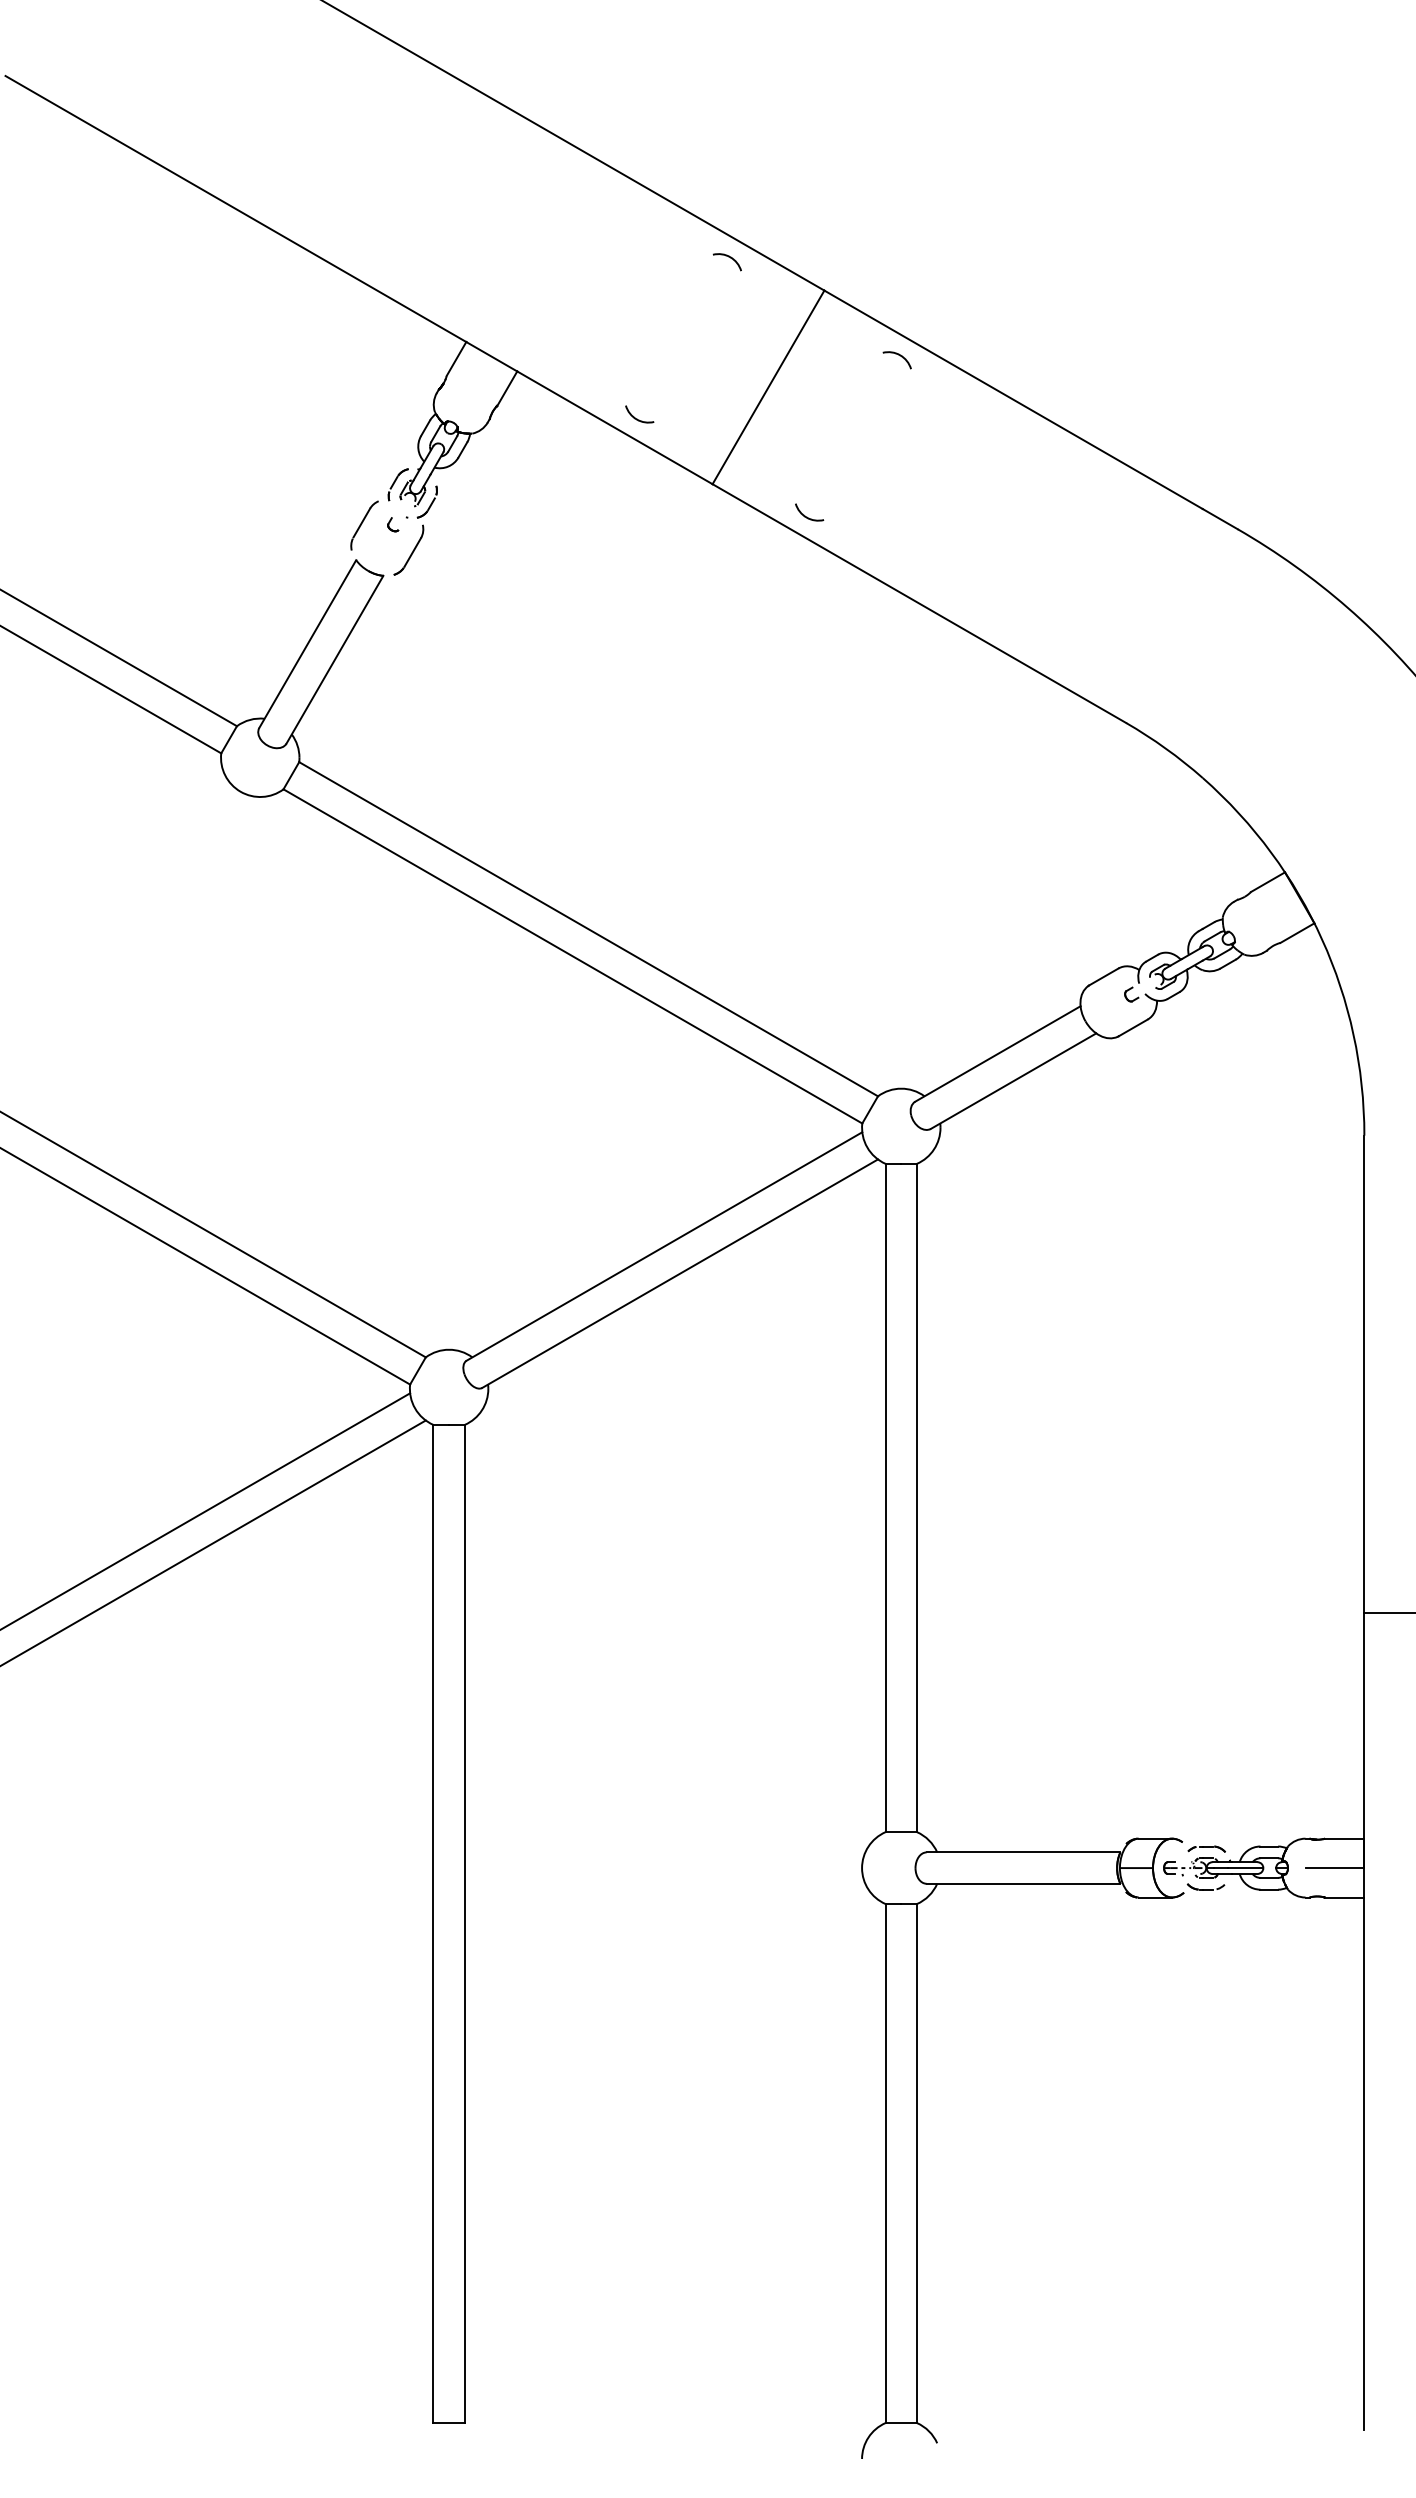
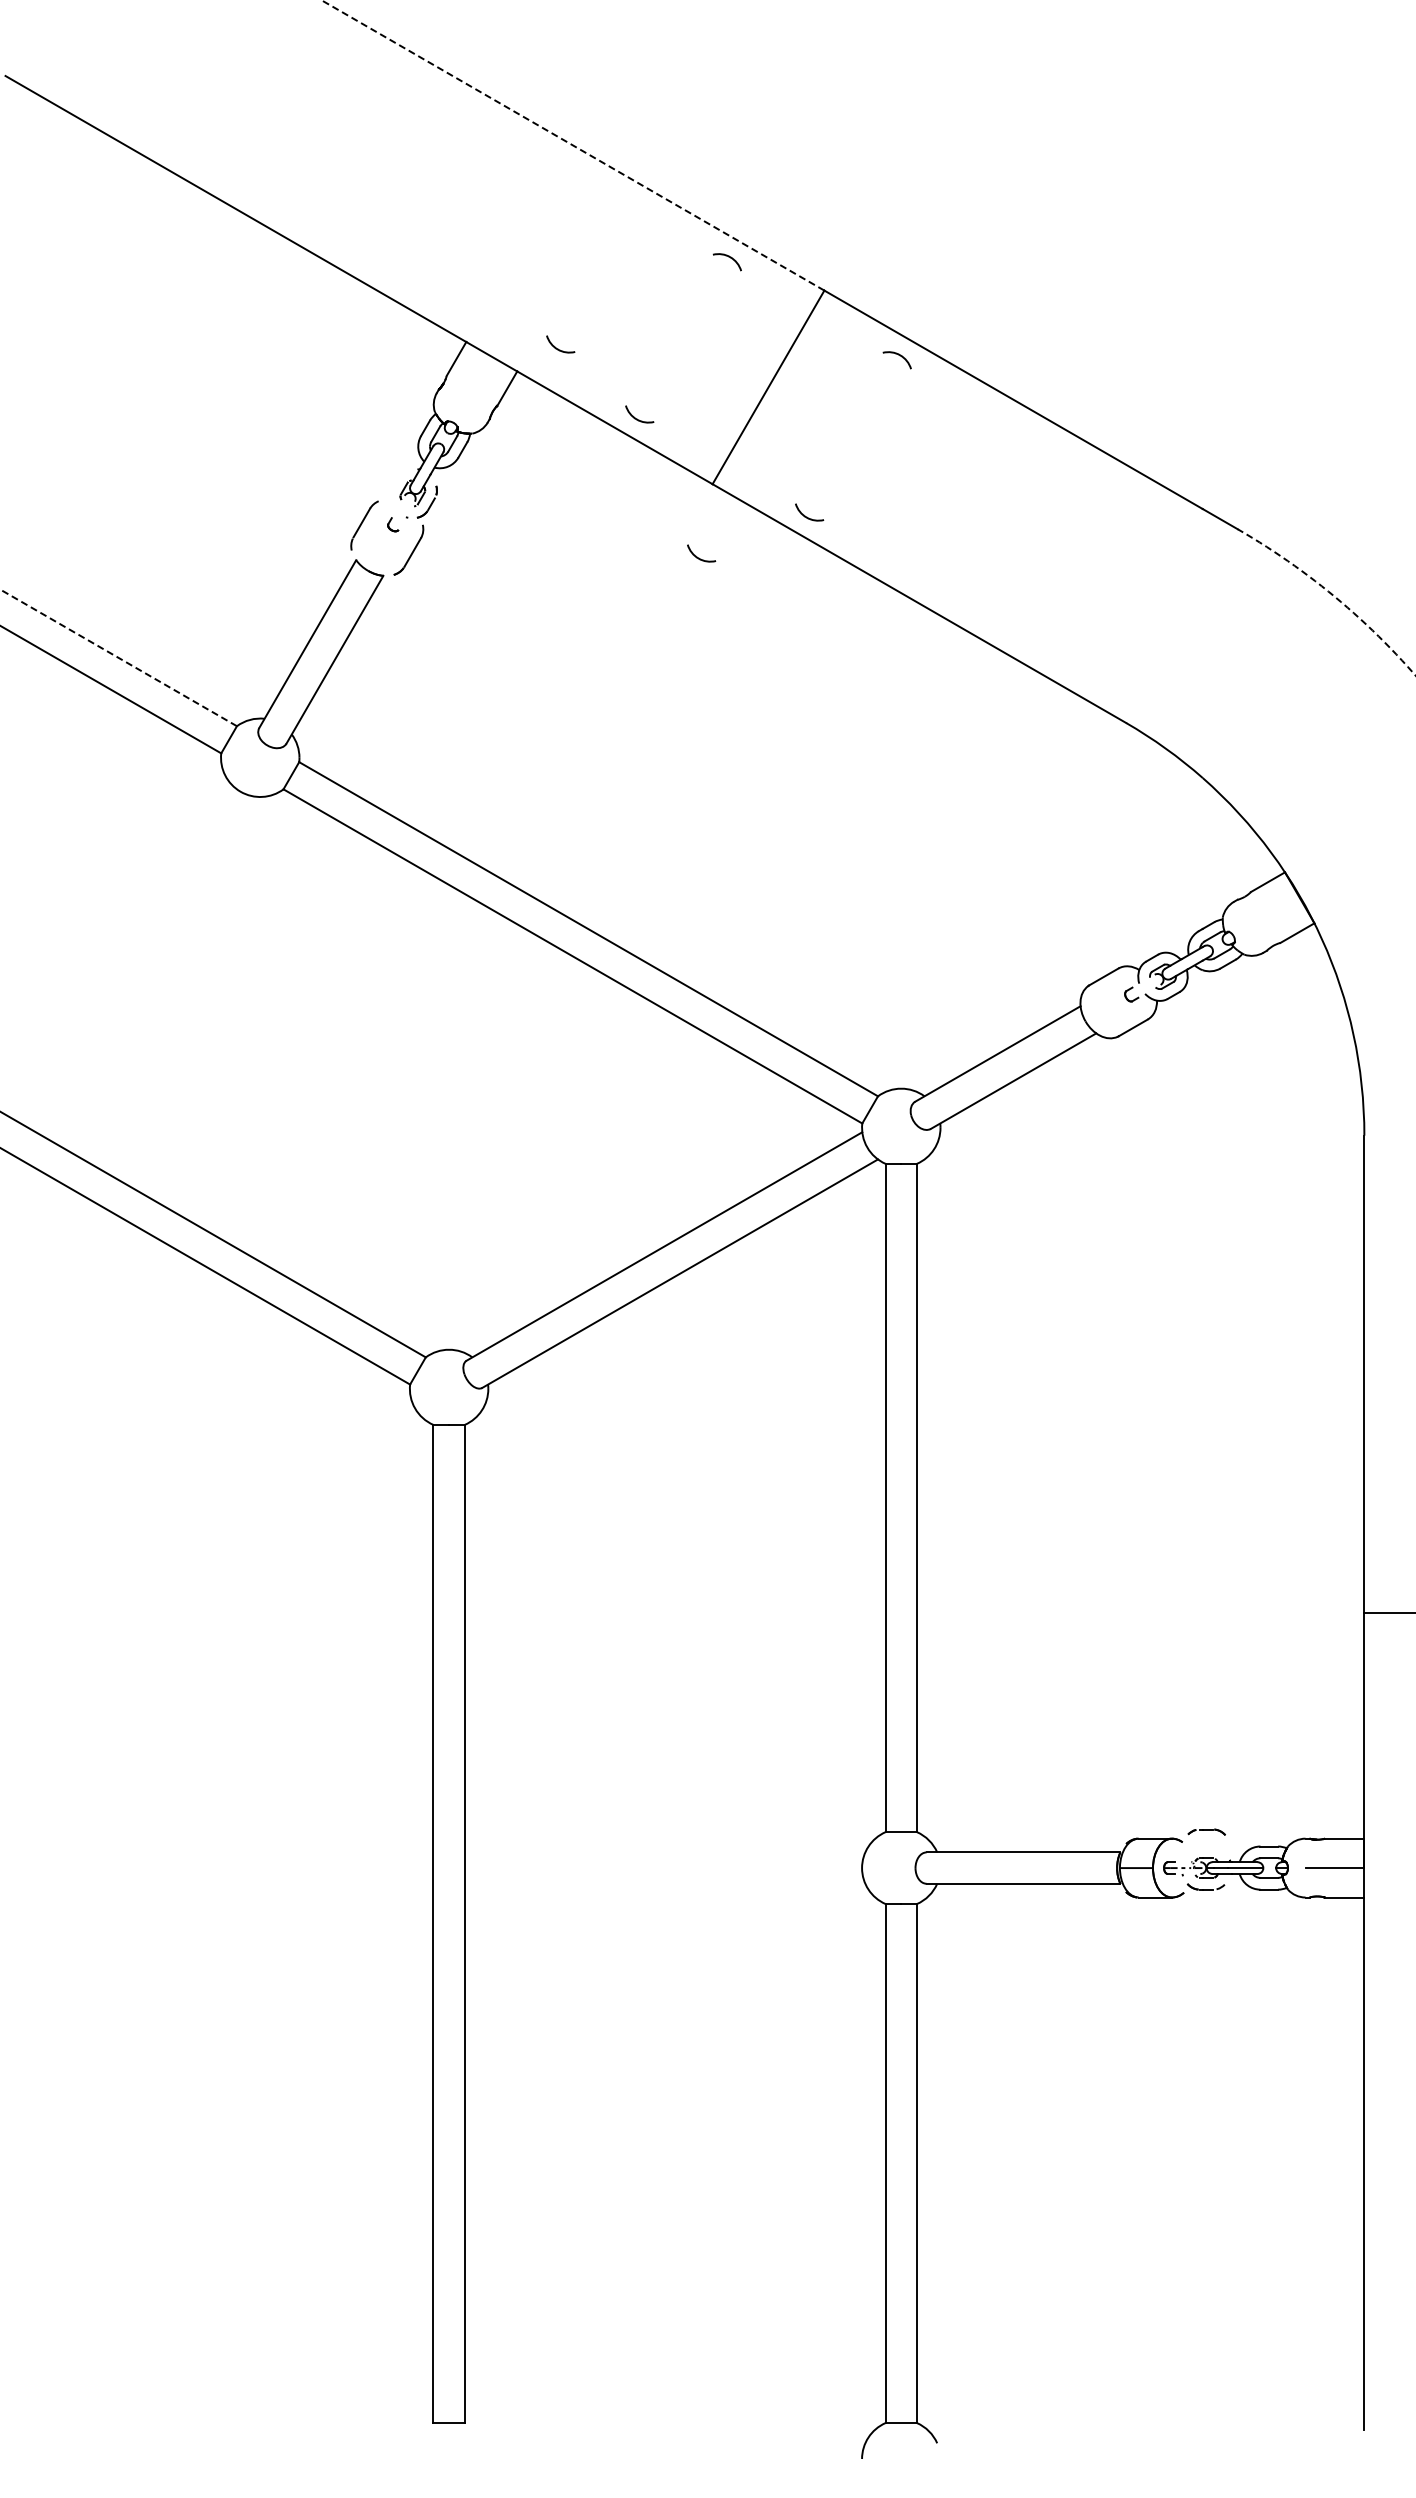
line at (572, 145): solid -> dashed
arc at (558, 348): none -> present
part at (397, 484): present -> none
arc at (699, 557): none -> present
arc at (1333, 595): solid -> dashed
line at (118, 657): solid -> dashed
line at (206, 1510): present -> none
line at (213, 1542): present -> none
part at (1206, 1848) position: (1206, 1848) -> (1206, 1831)
